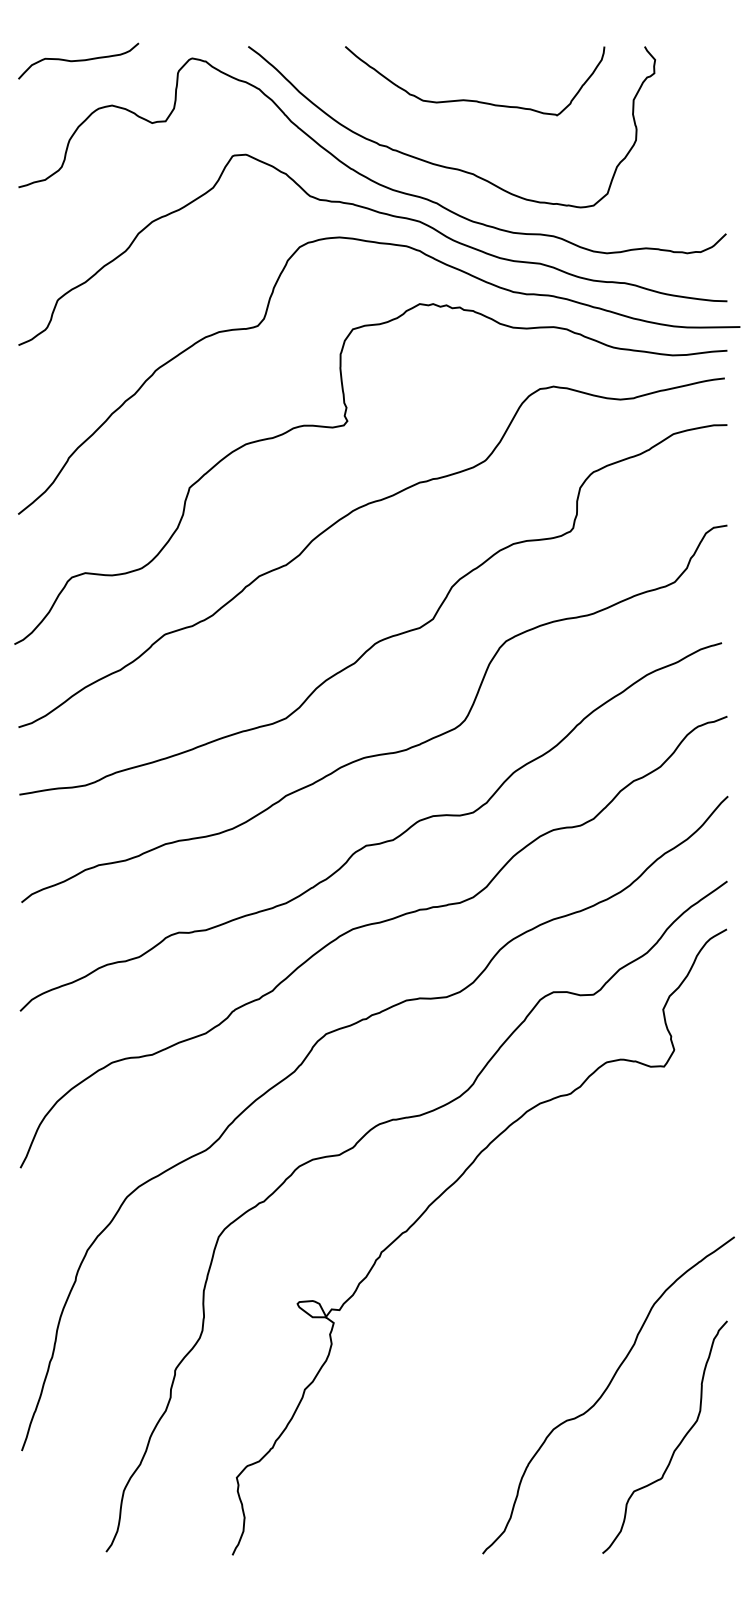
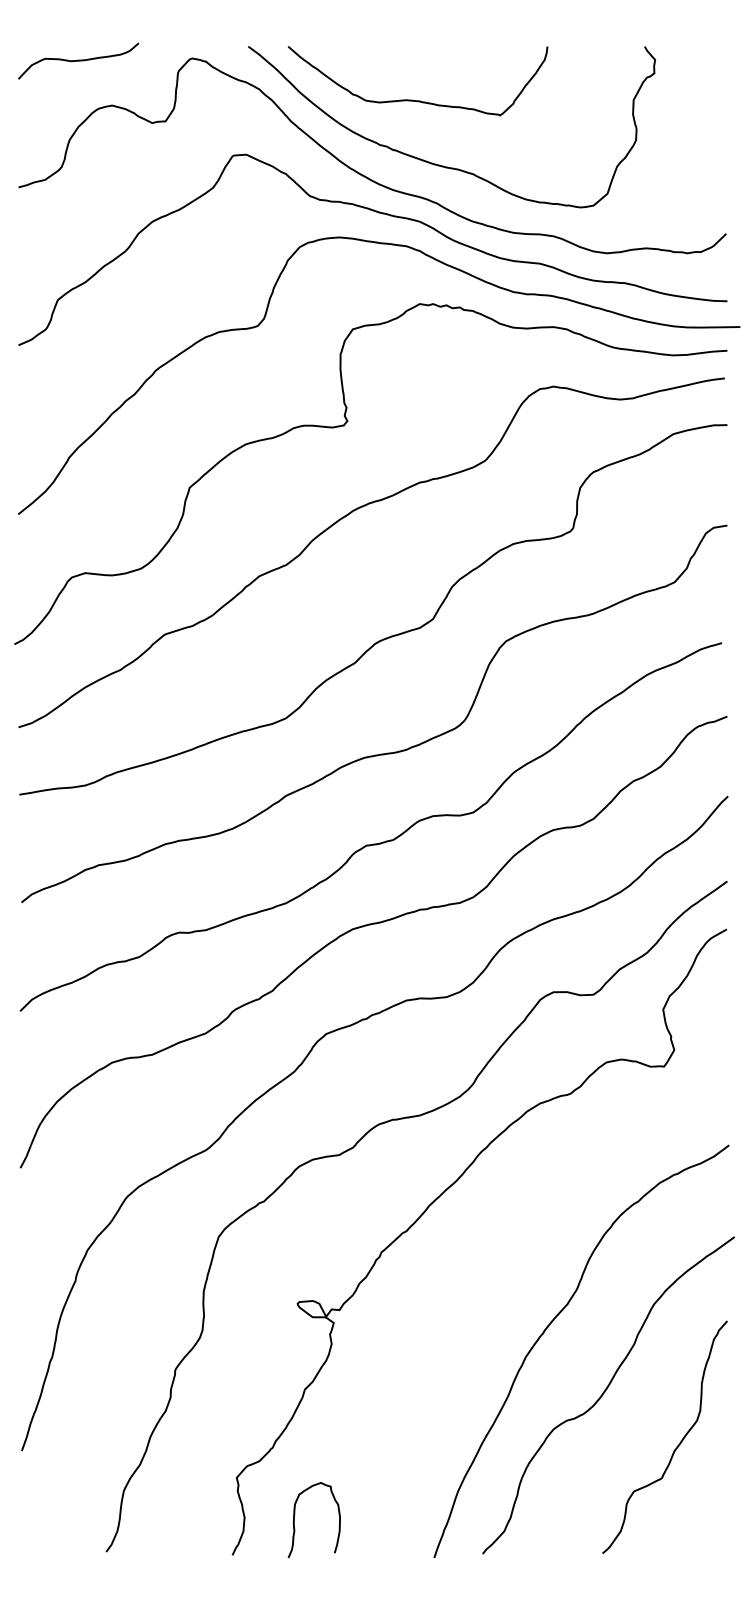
curve at (470, 99) position: (470, 99) -> (413, 99)
curve at (549, 1326): none -> present
curve at (295, 1514): none -> present
